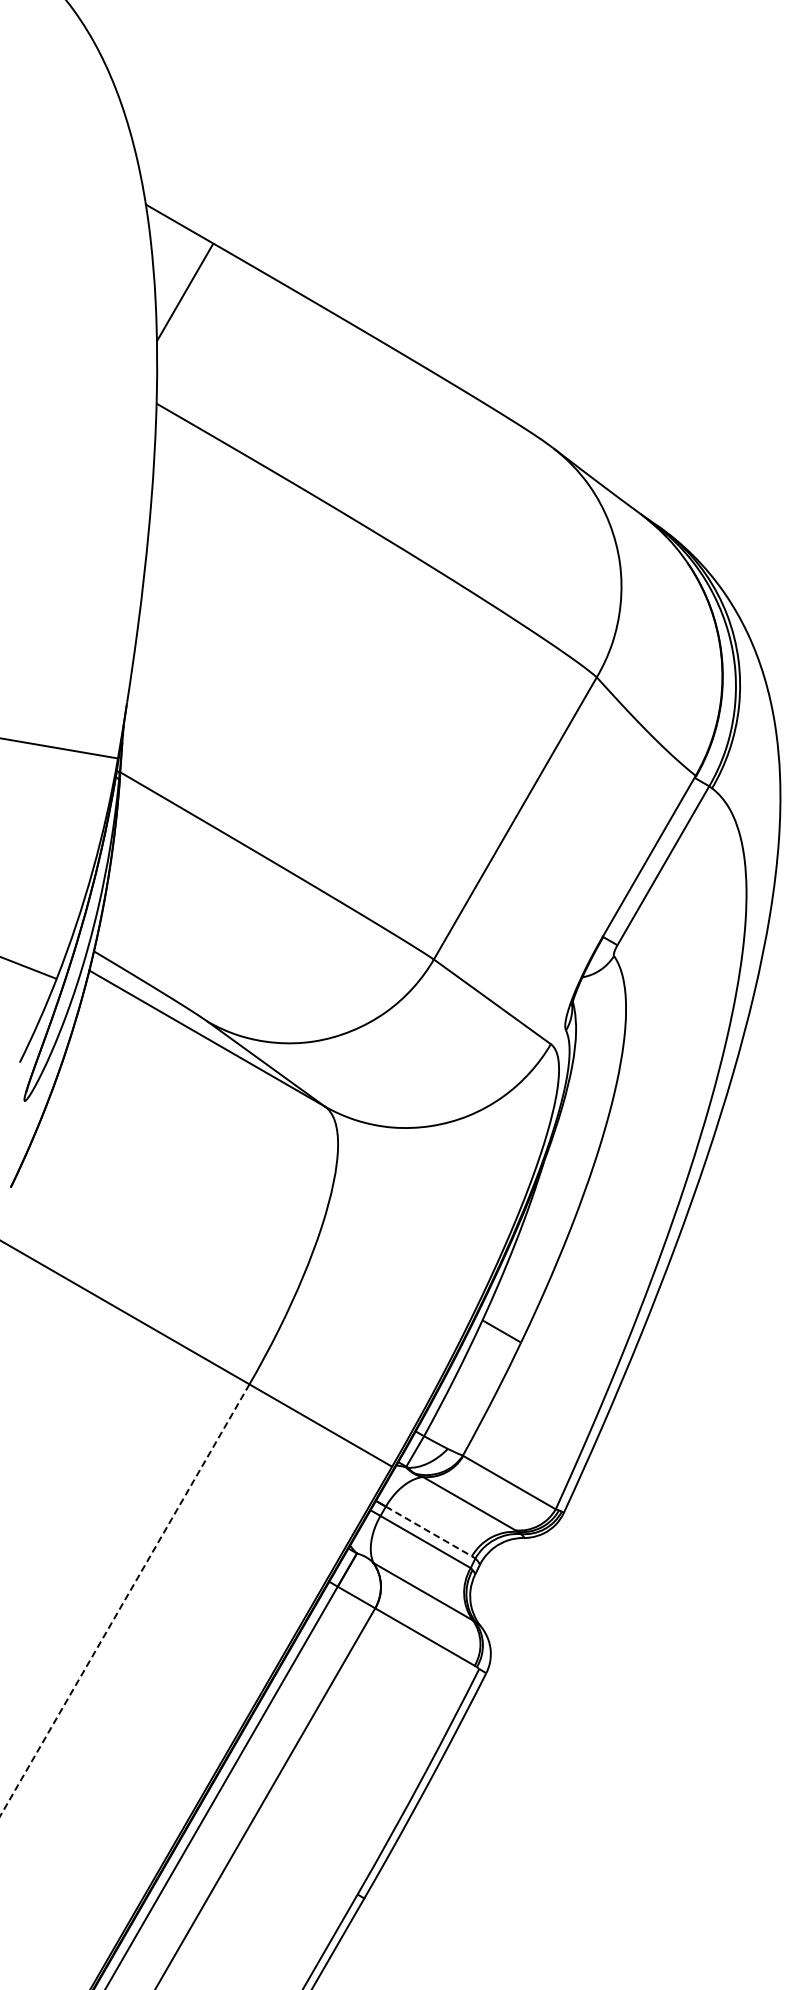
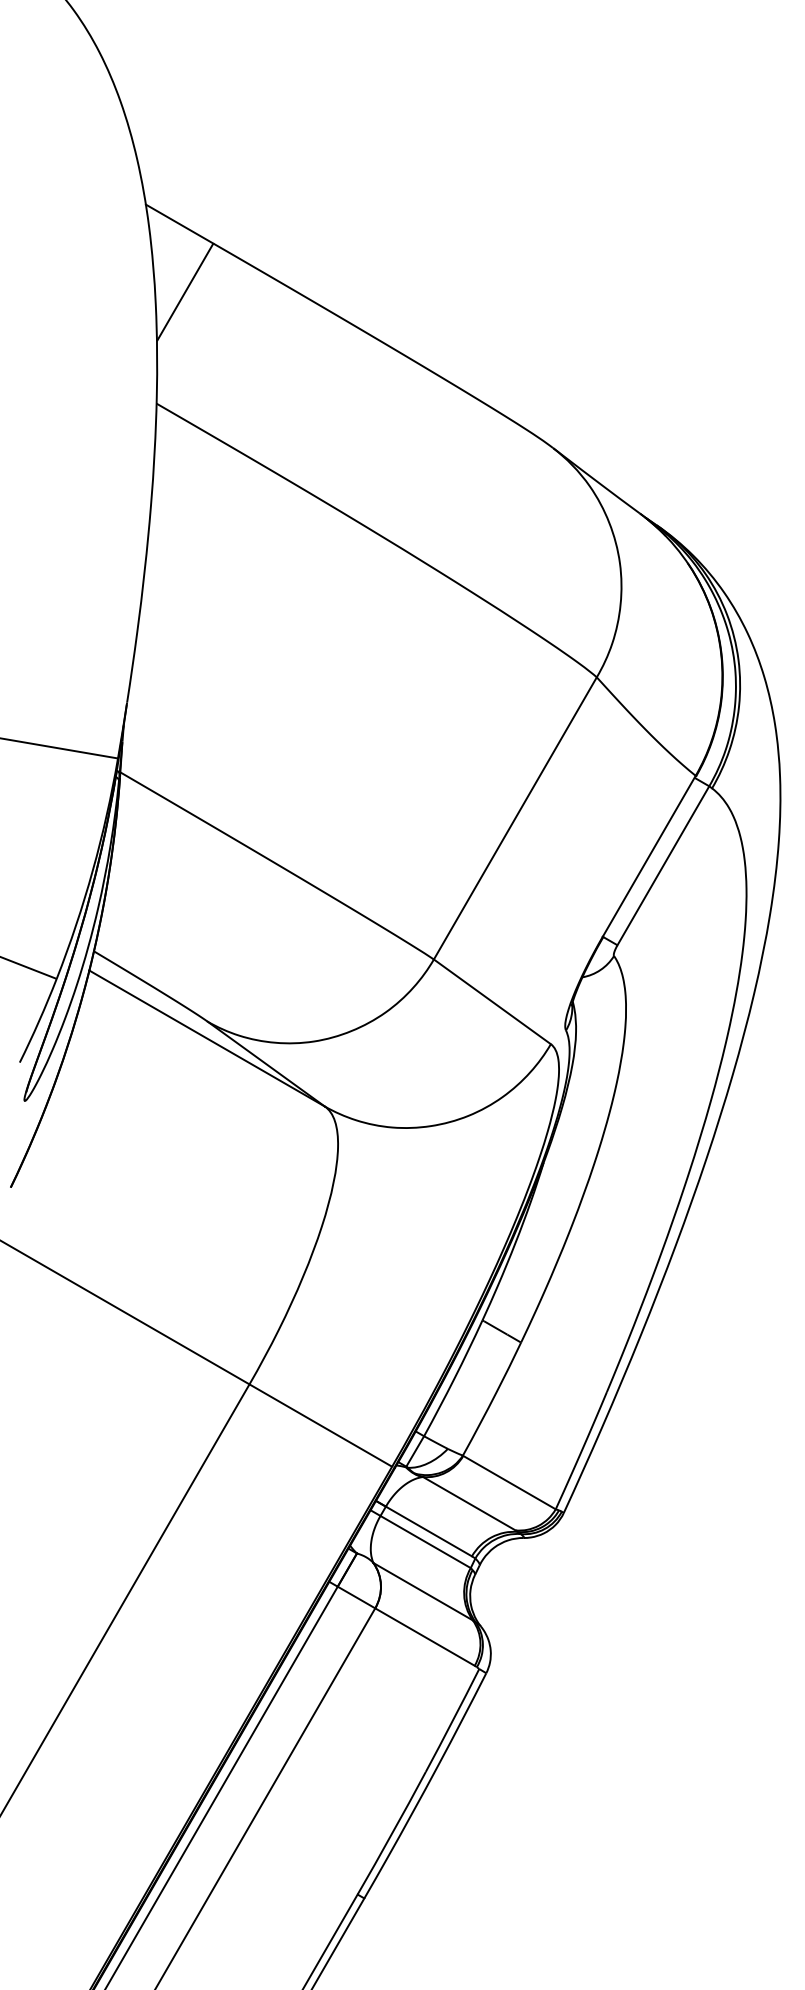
line at (428, 1531): dashed -> solid
line at (124, 1600): dashed -> solid
